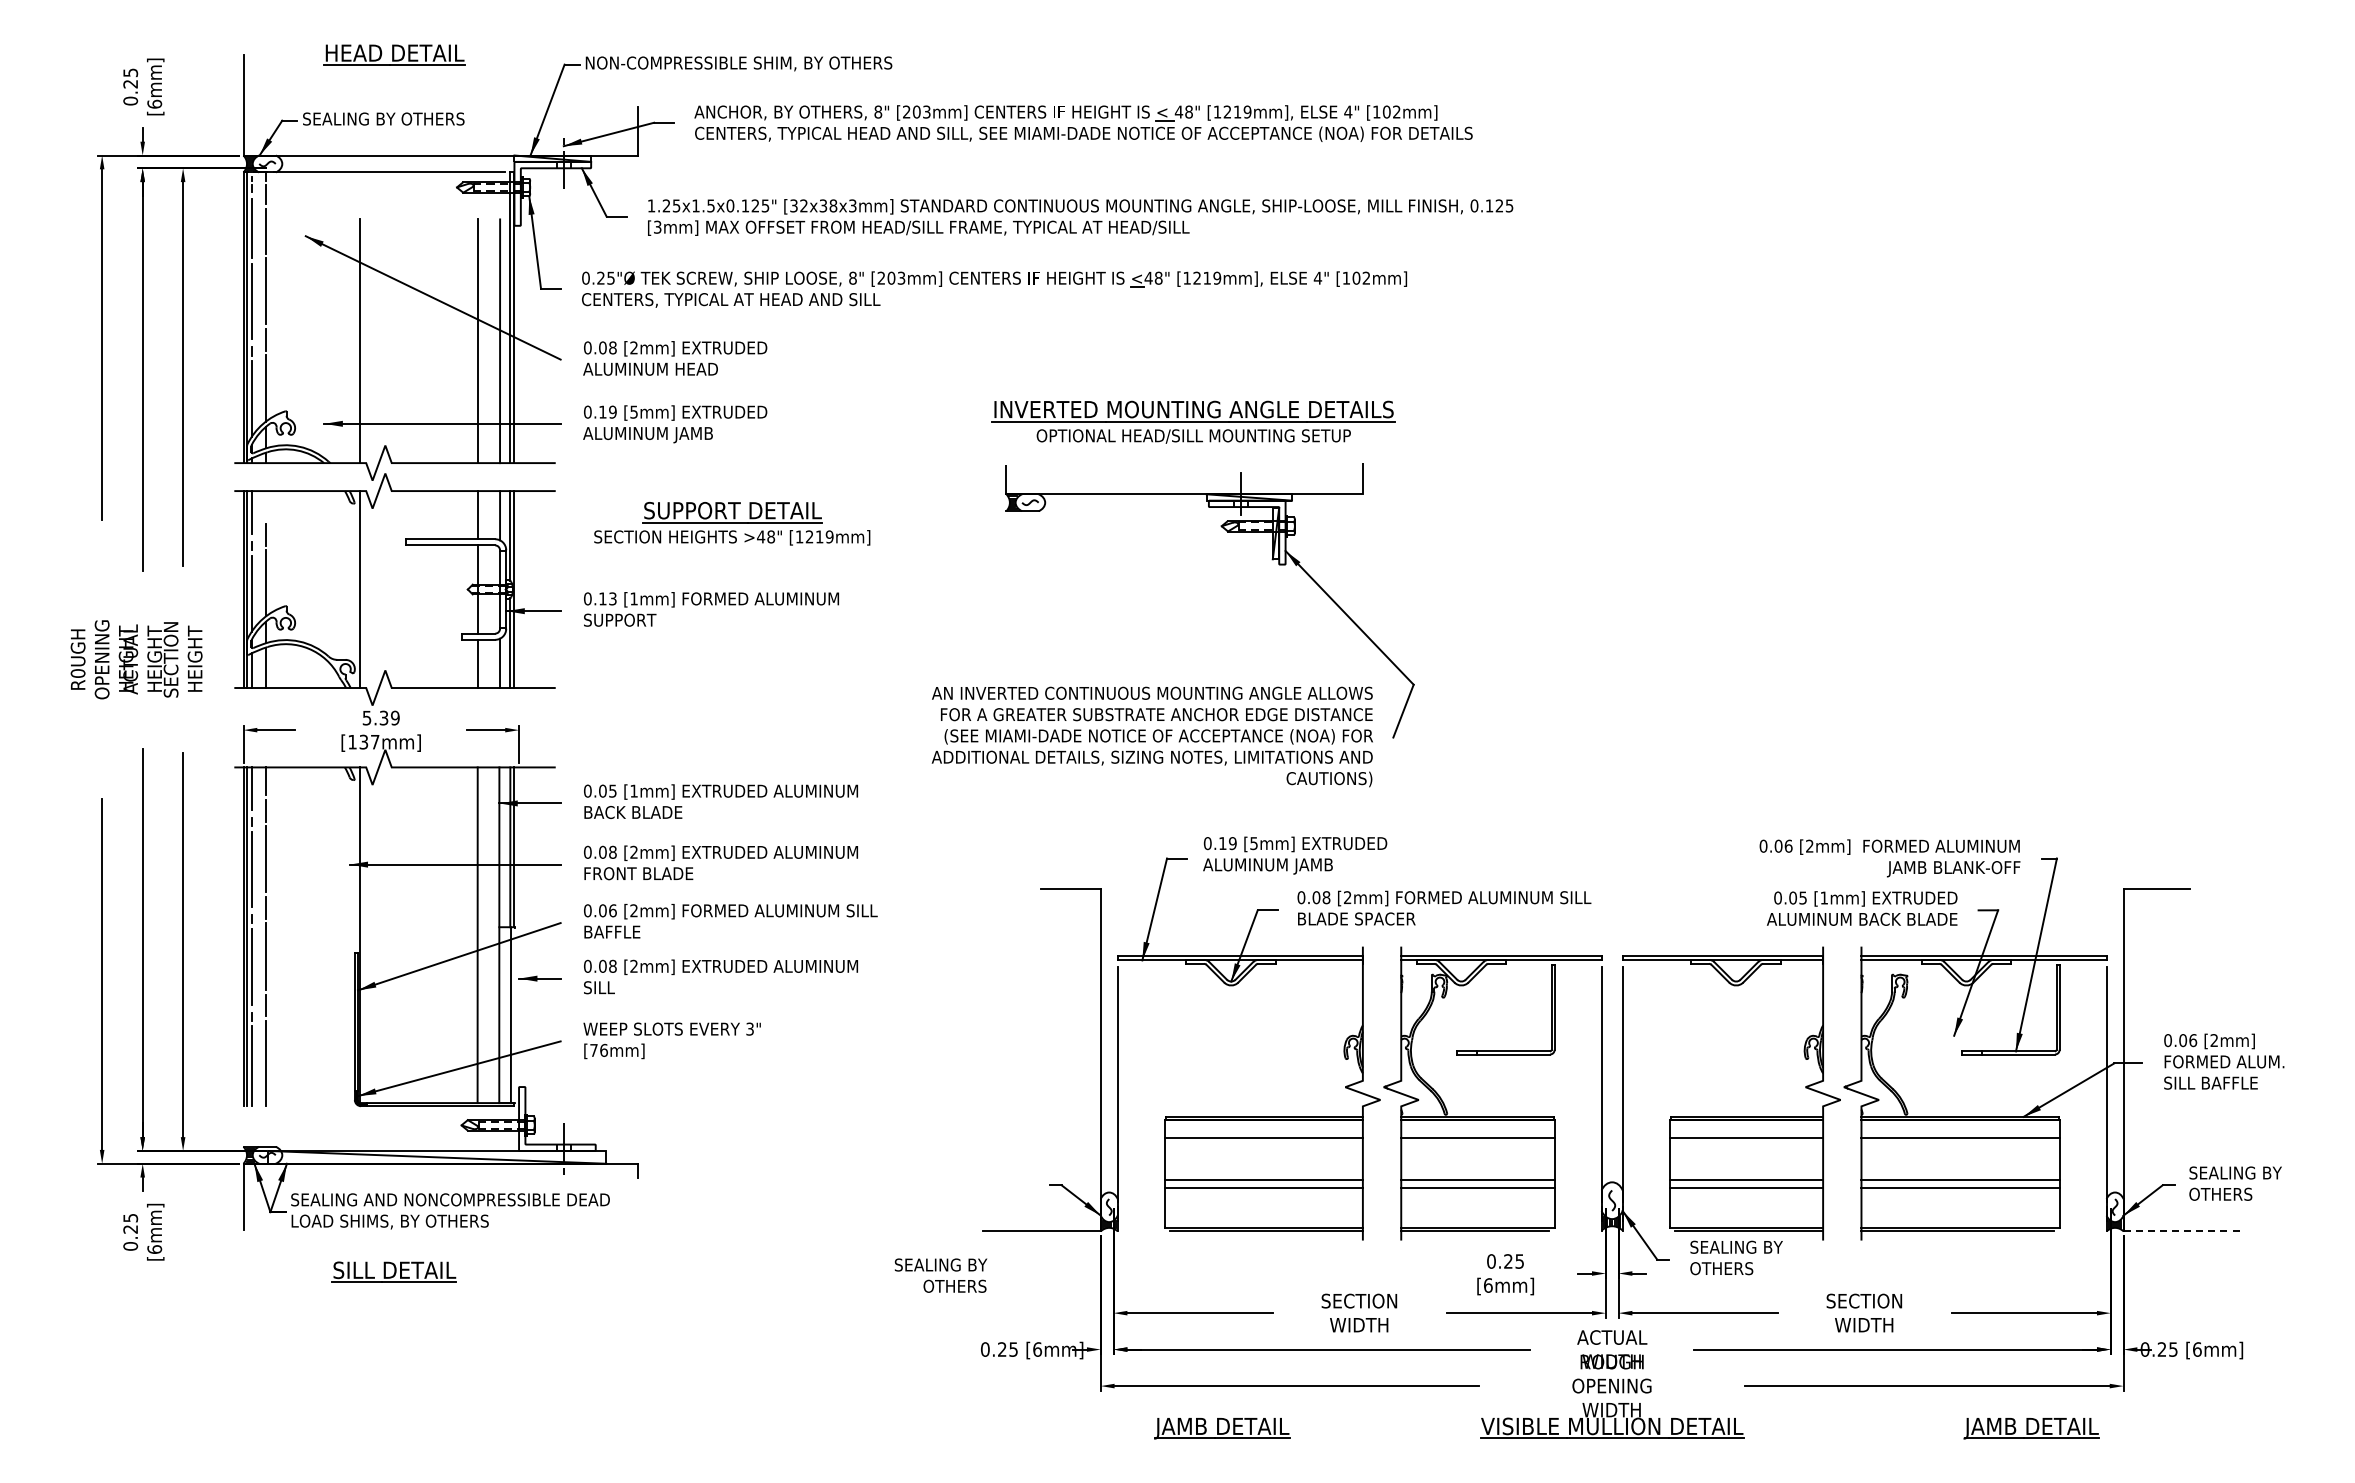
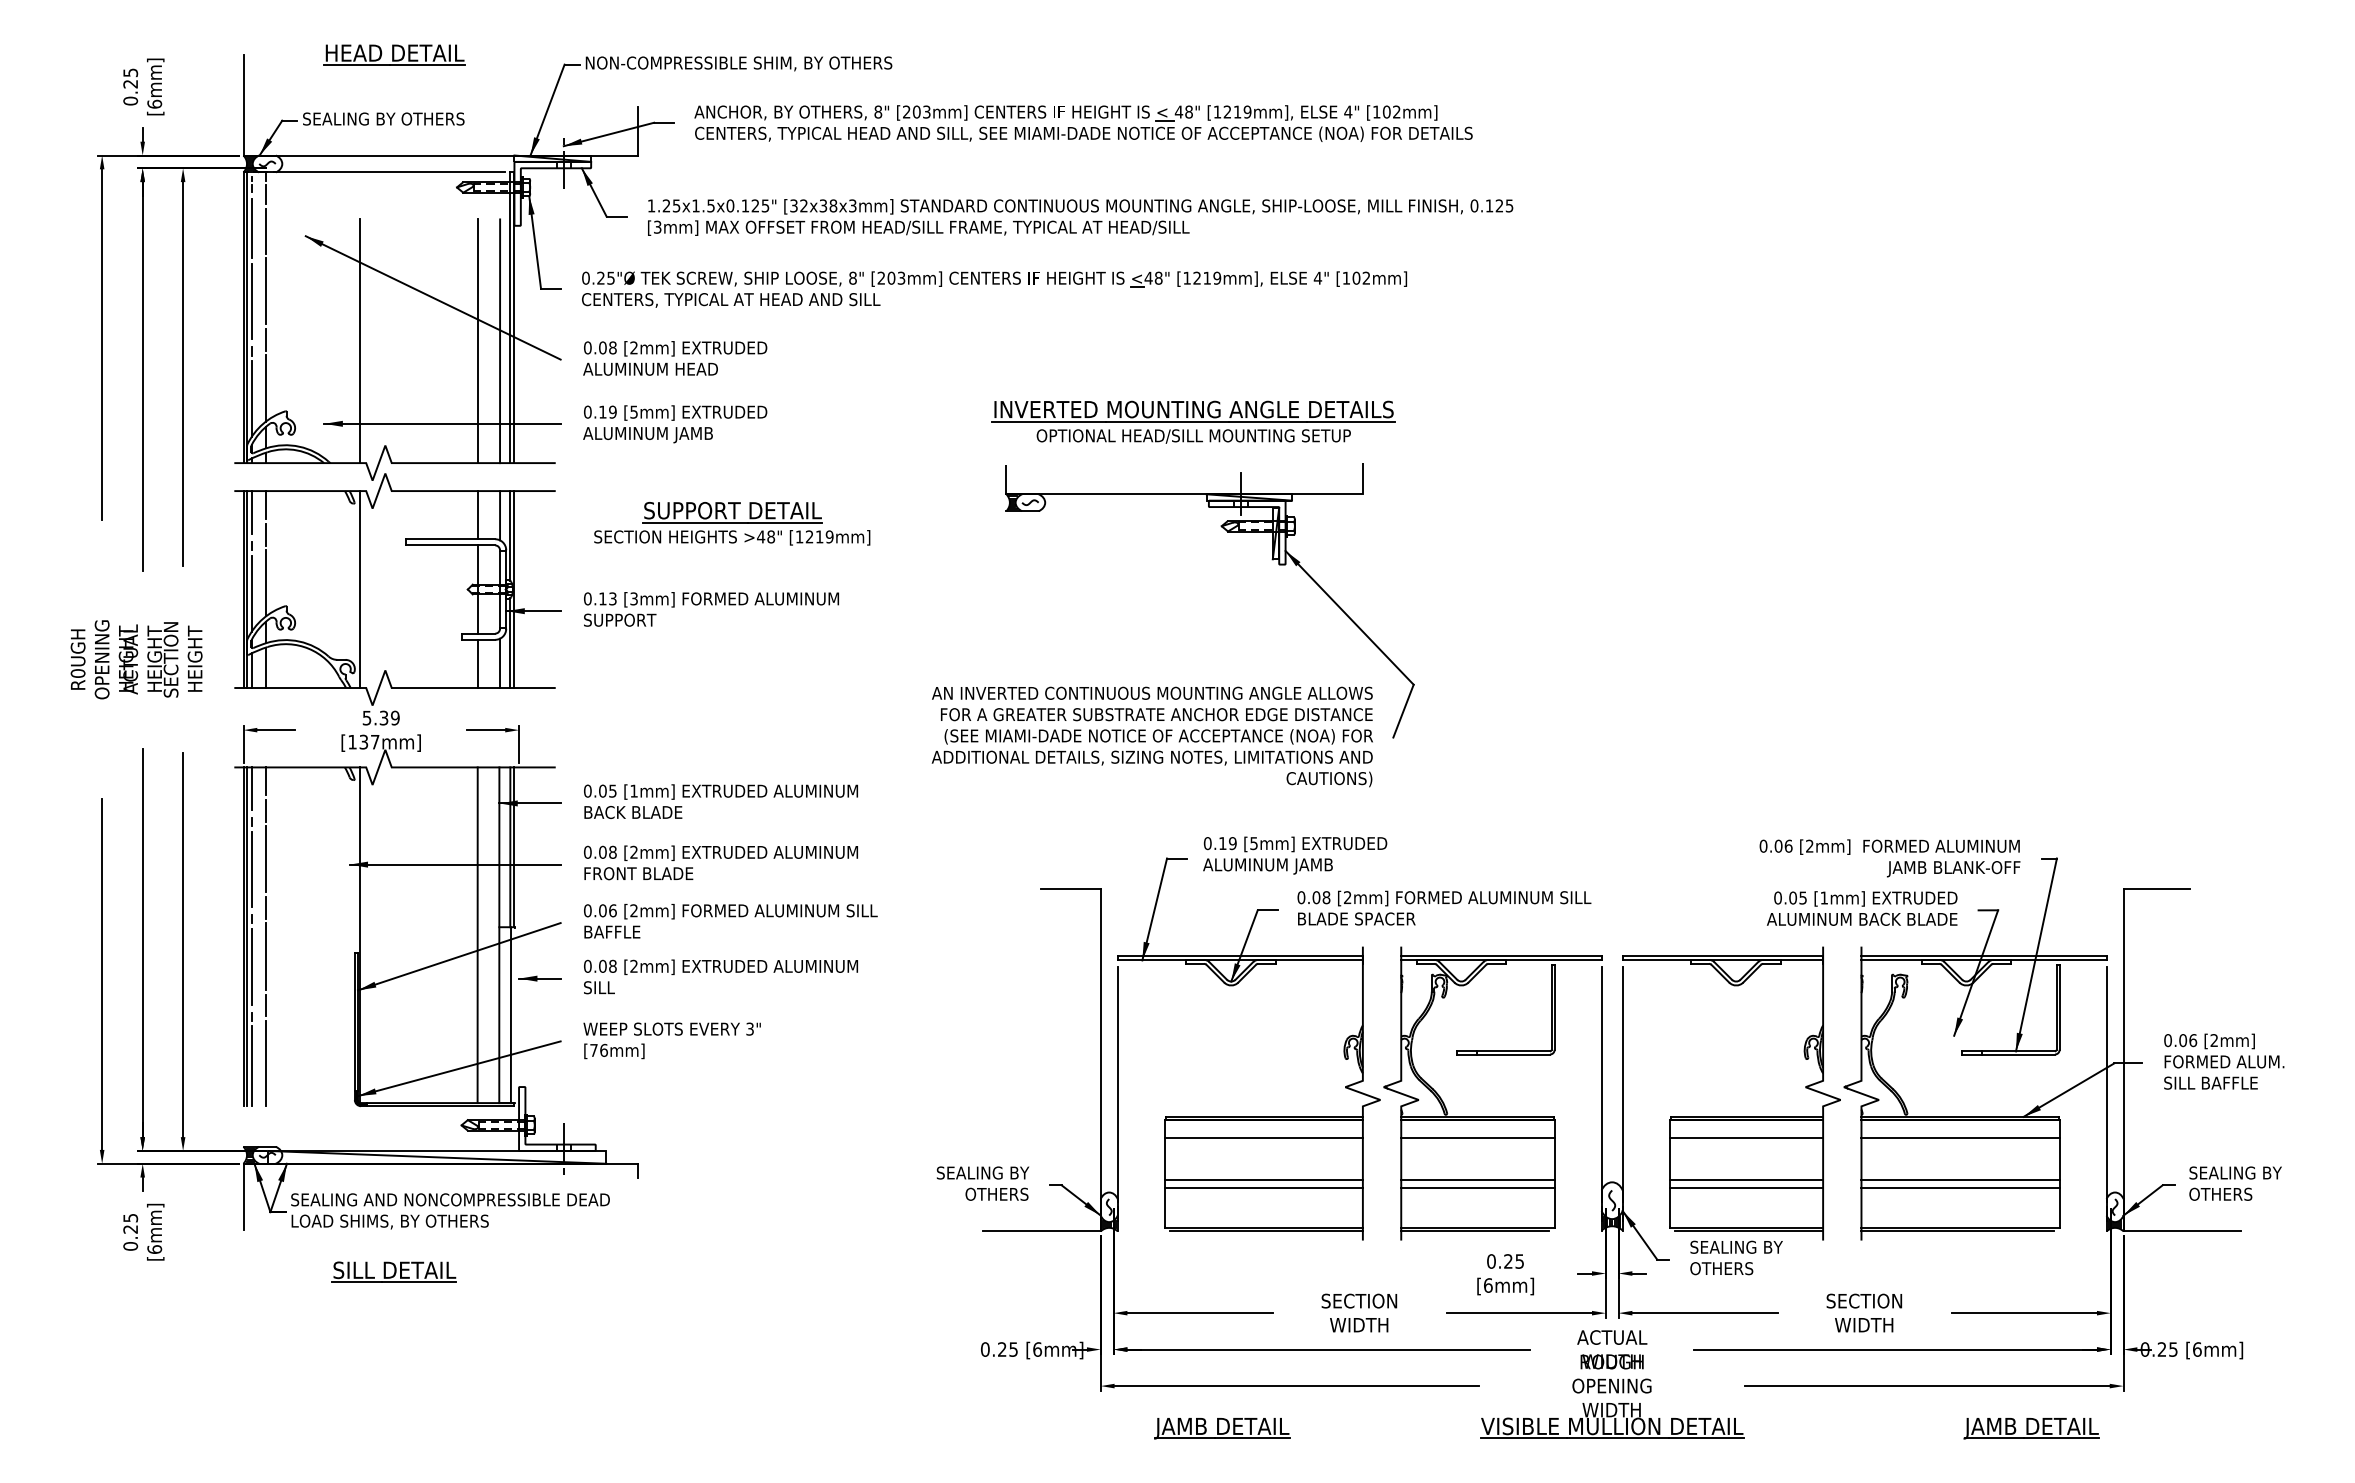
line at (266, 504): none -> present
text at (633, 598): [1mm] -> [3mm]
line at (2182, 1231): dashed -> solid
text at (941, 1275) position: (941, 1275) -> (983, 1183)
